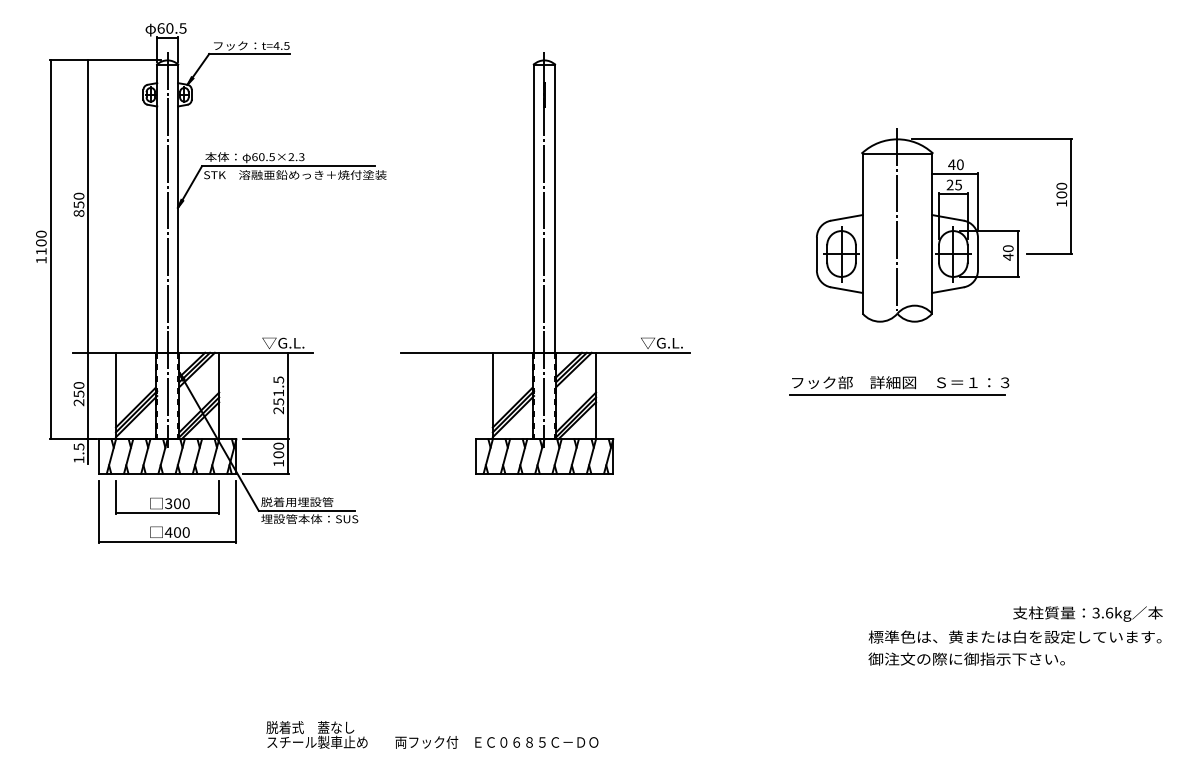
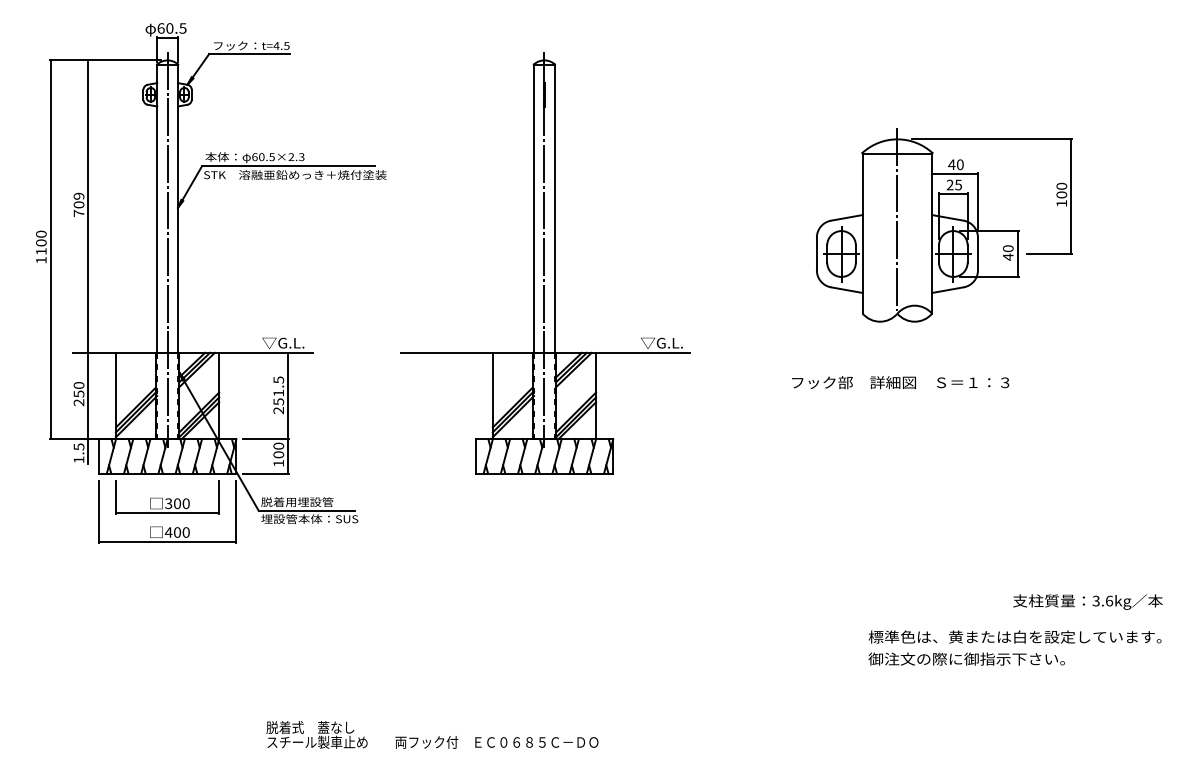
text at (78, 204): 850 -> 709
line at (897, 394): present -> none
text at (1087, 613) position: (1087, 613) -> (1087, 601)
